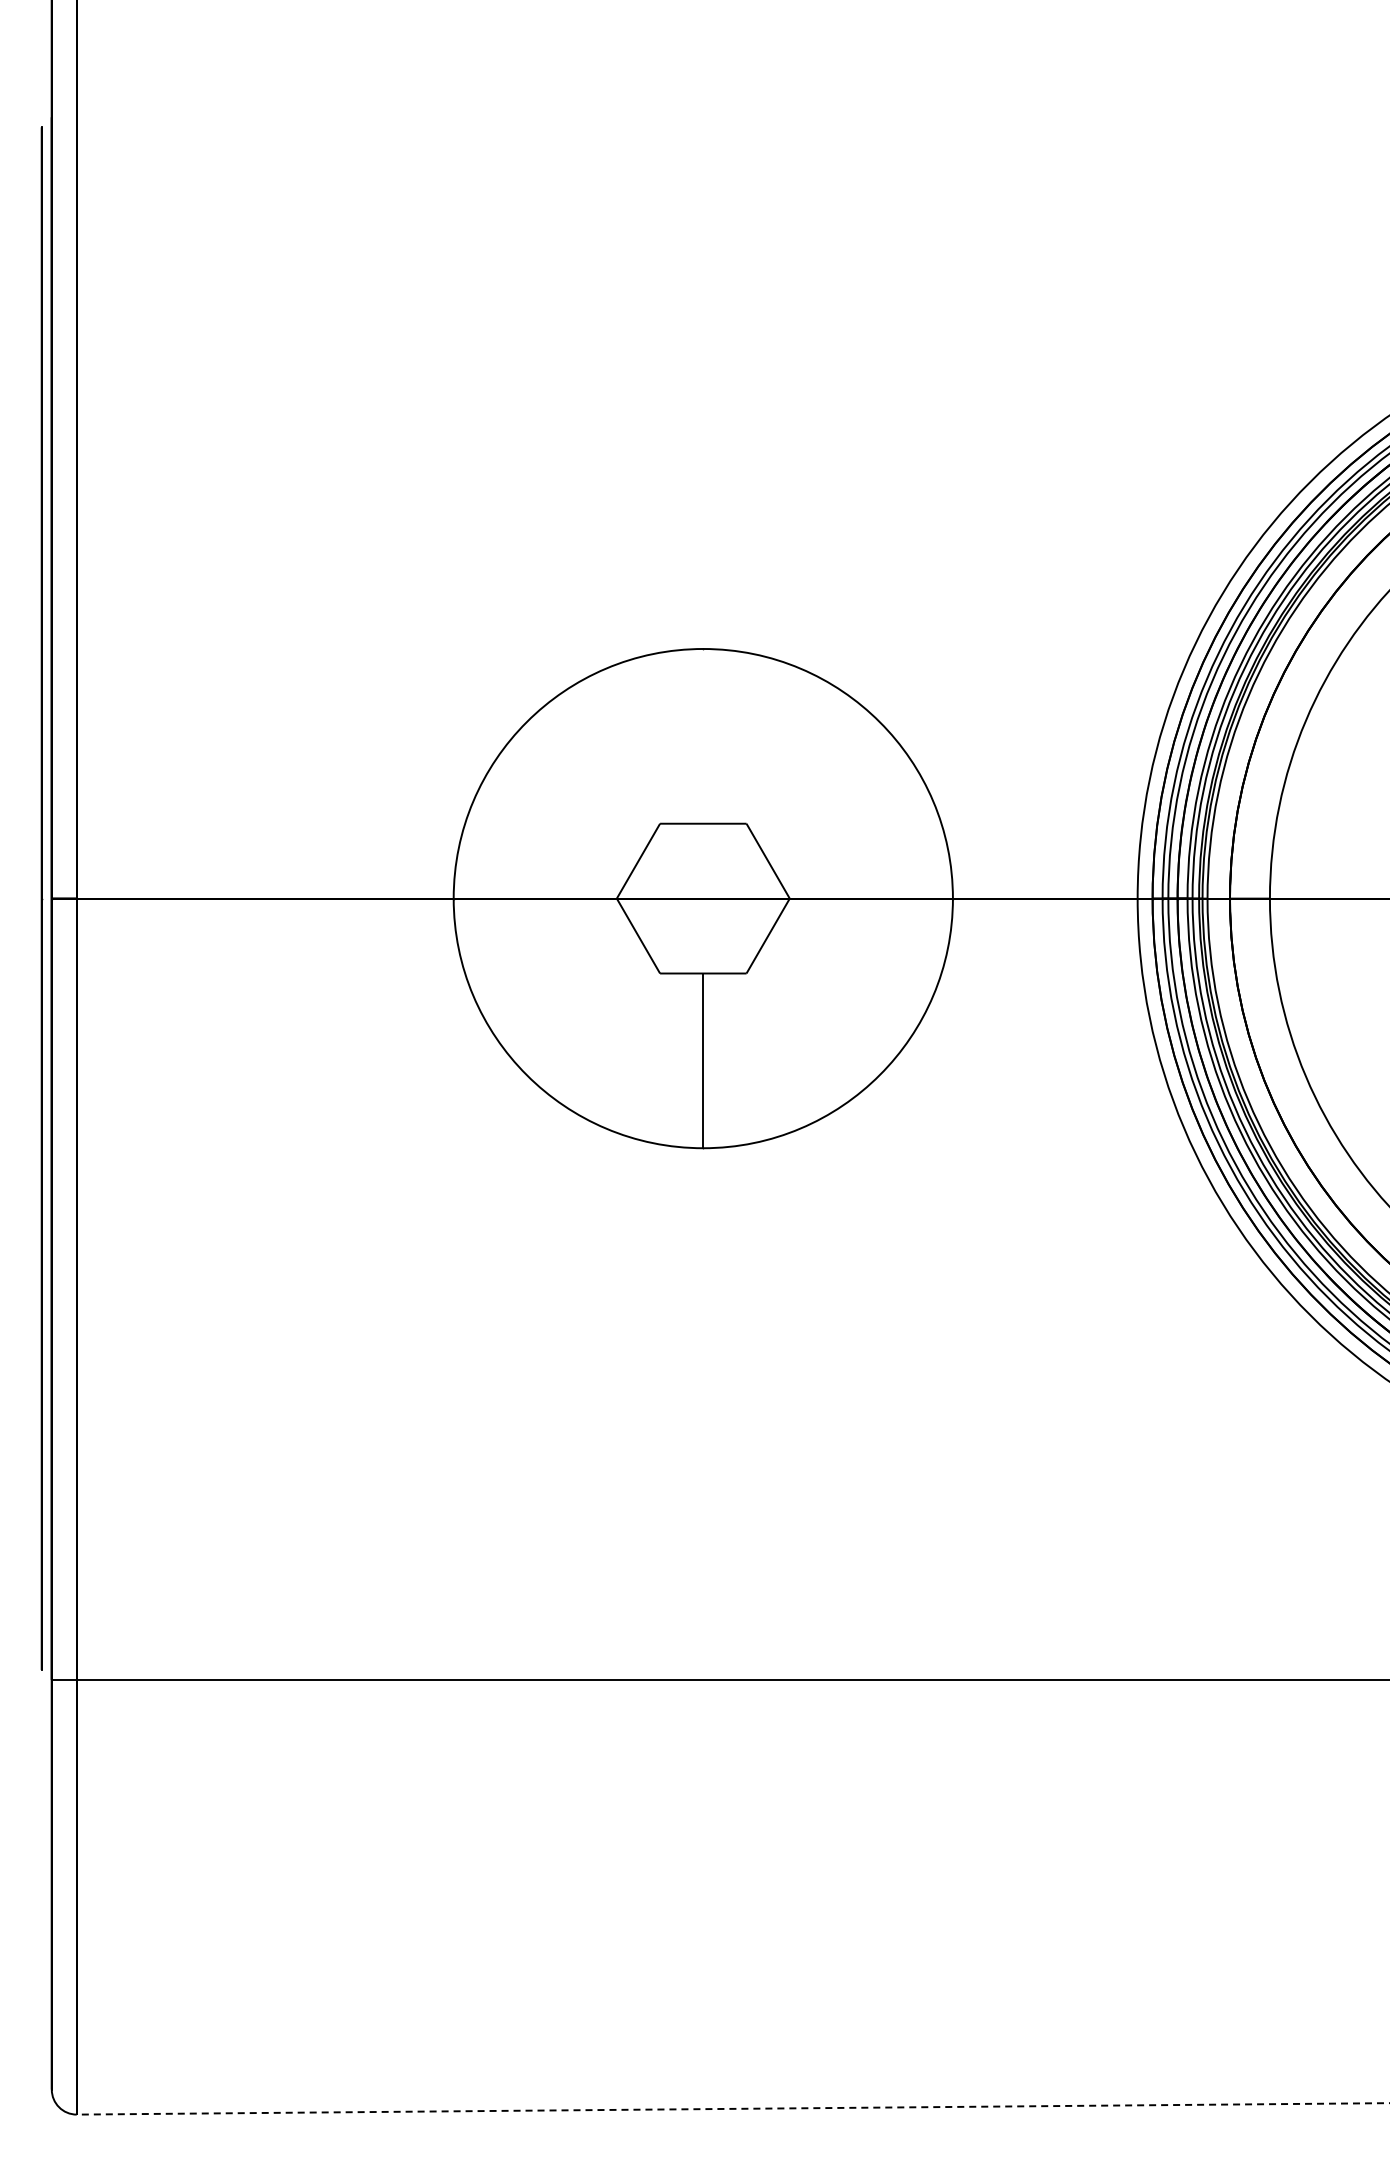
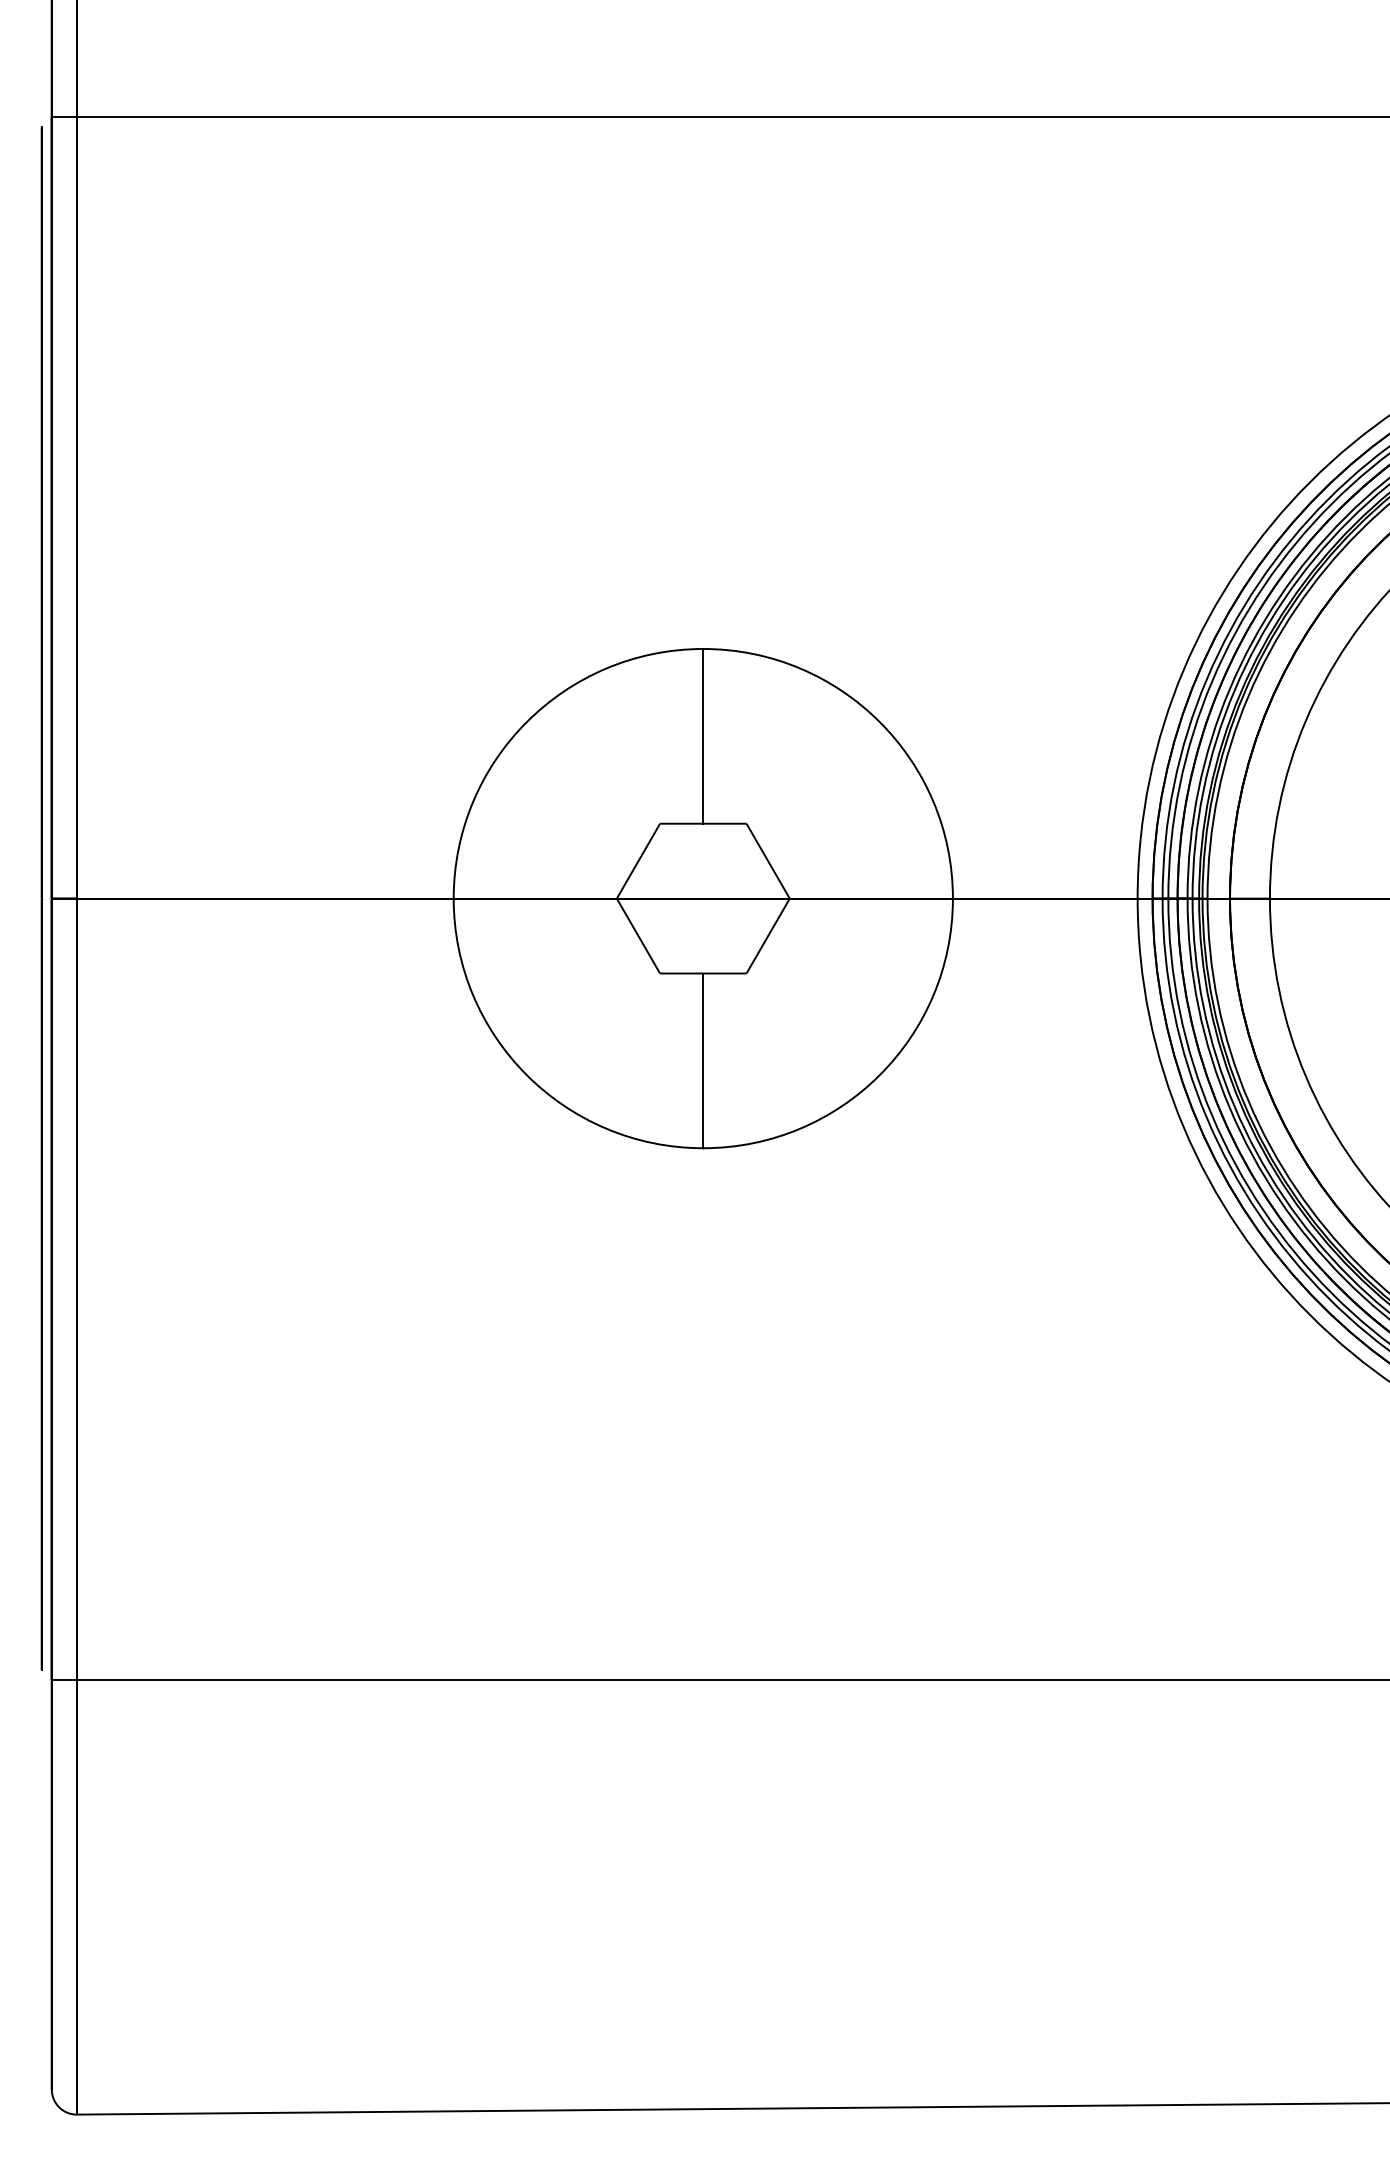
line at (718, 117): none -> present
line at (703, 736): none -> present
line at (732, 2108): dashed -> solid
